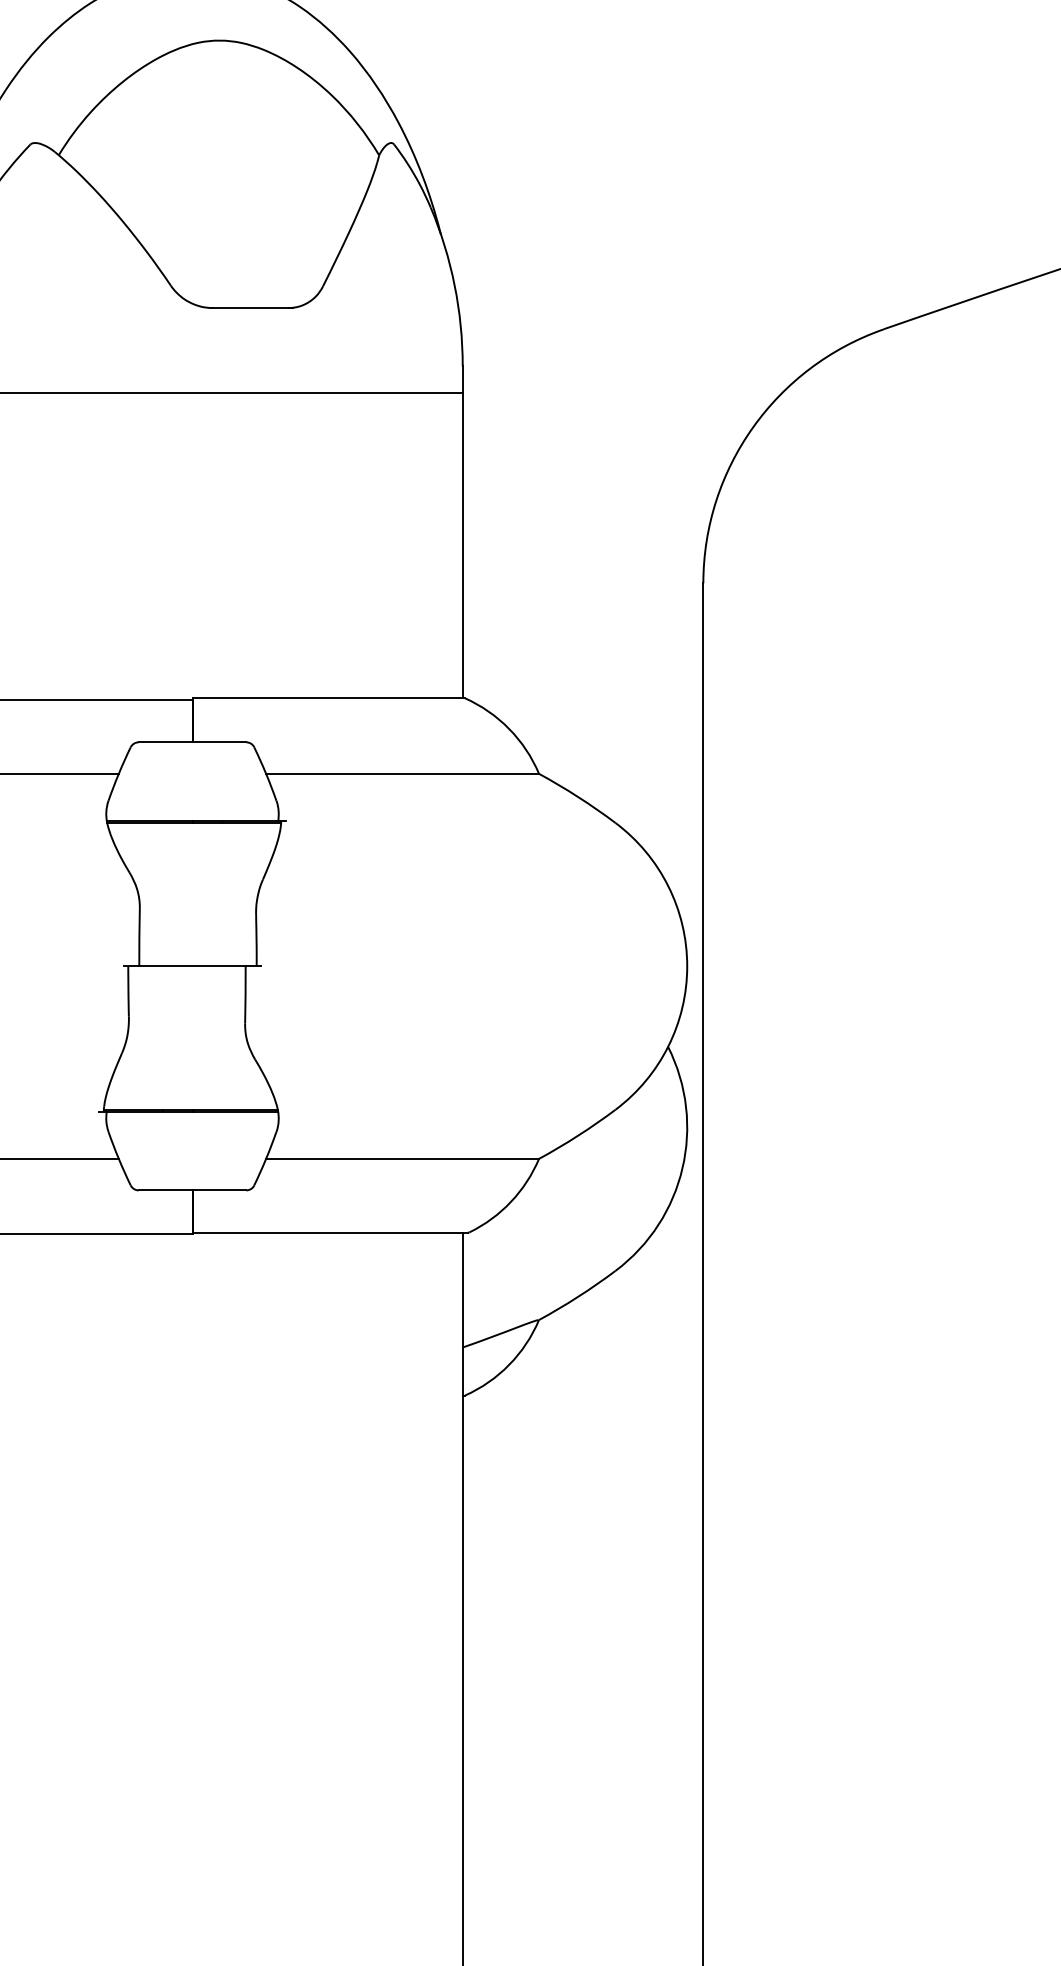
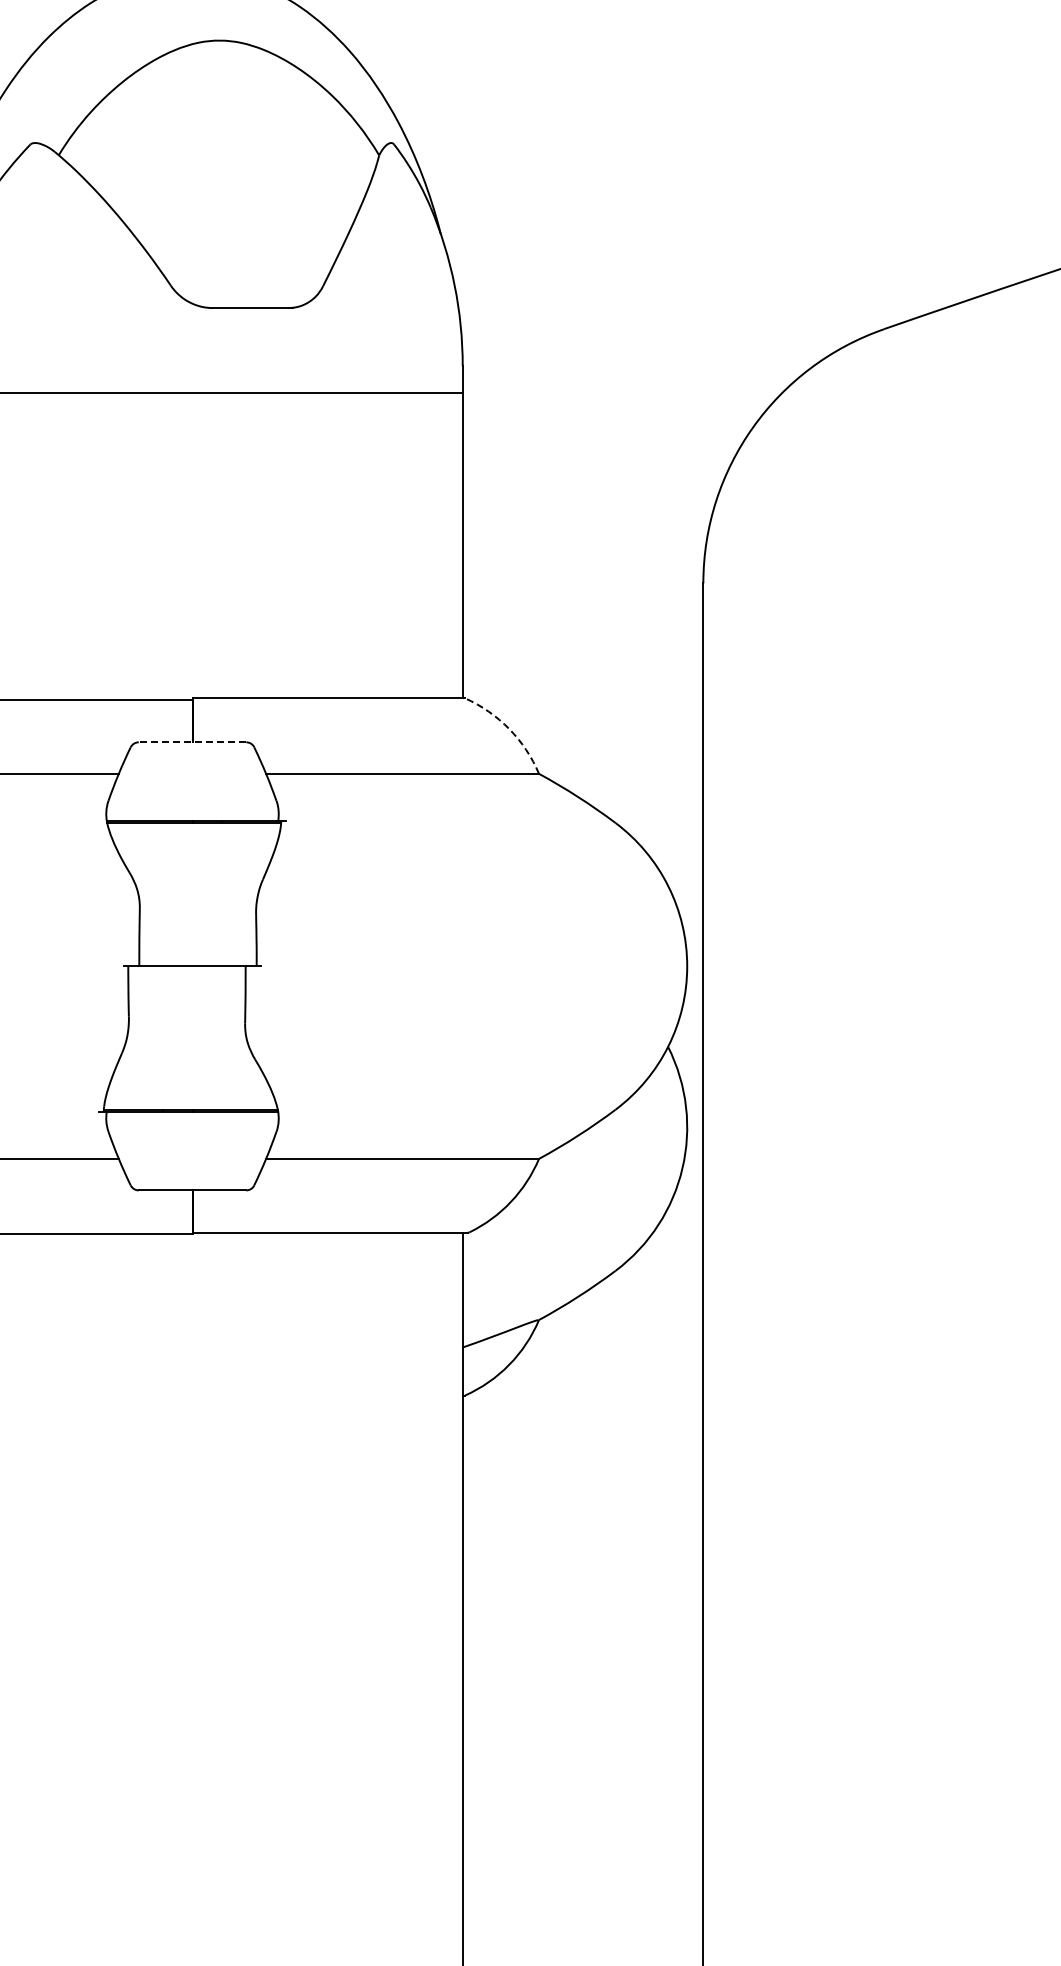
arc at (509, 729): solid -> dashed
line at (192, 742): solid -> dashed
